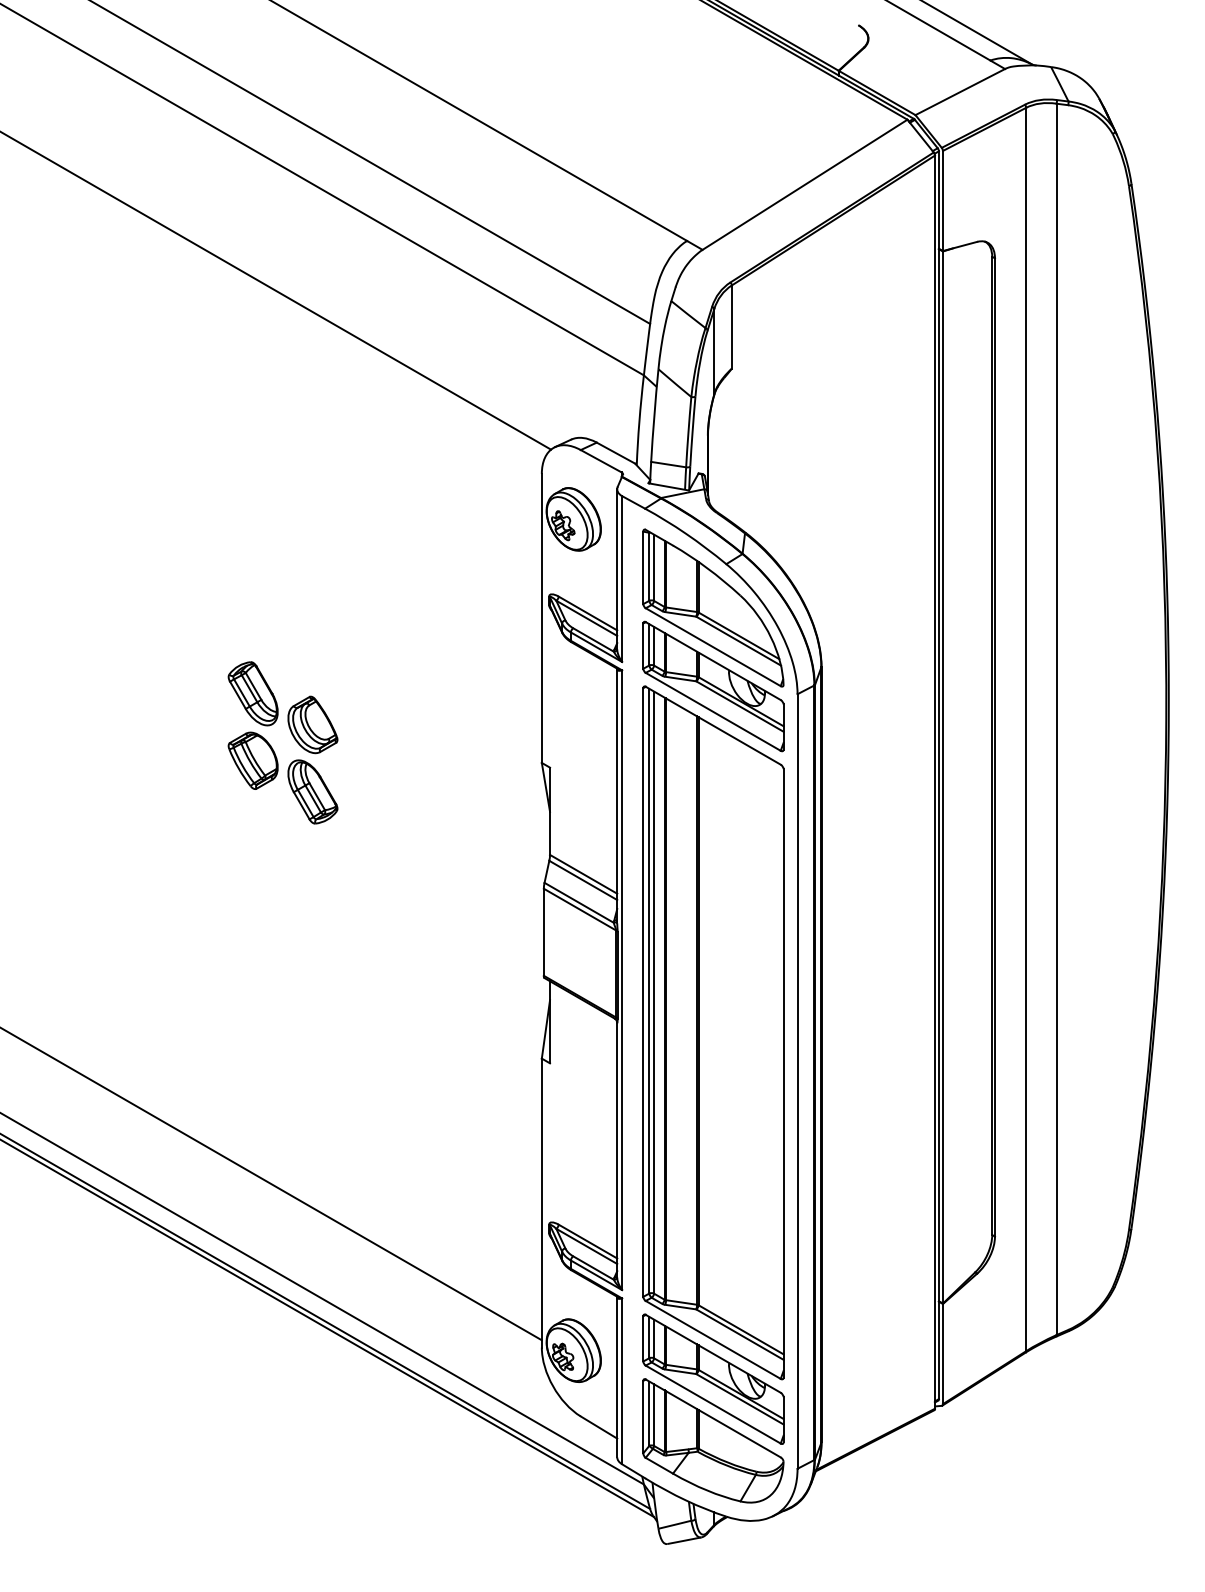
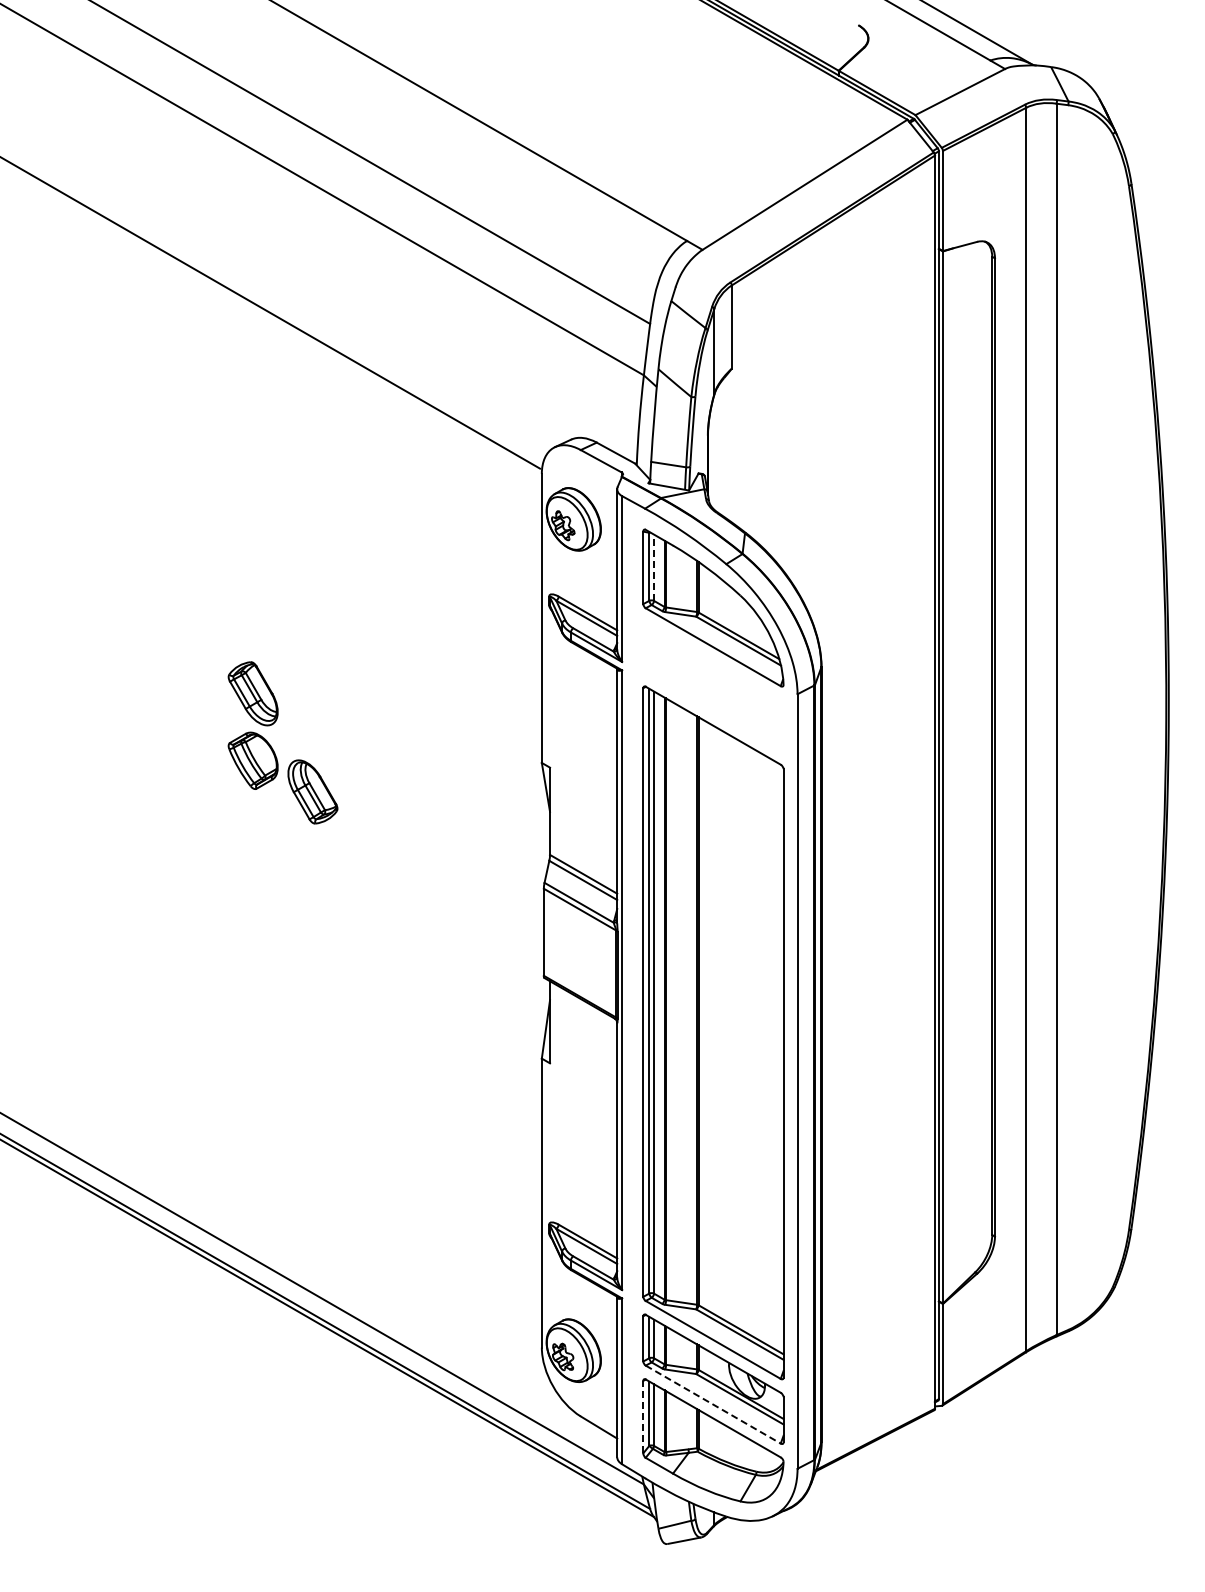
line at (276, 291) position: (276, 291) -> (271, 313)
line at (654, 567): solid -> dashed
part at (713, 686): present -> none
part at (312, 724): present -> none
line at (271, 1184): present -> none
line at (713, 1404): solid -> dashed
line at (643, 1416): solid -> dashed
